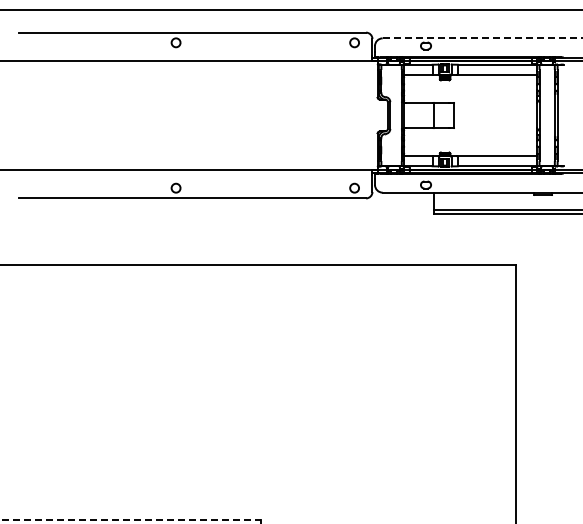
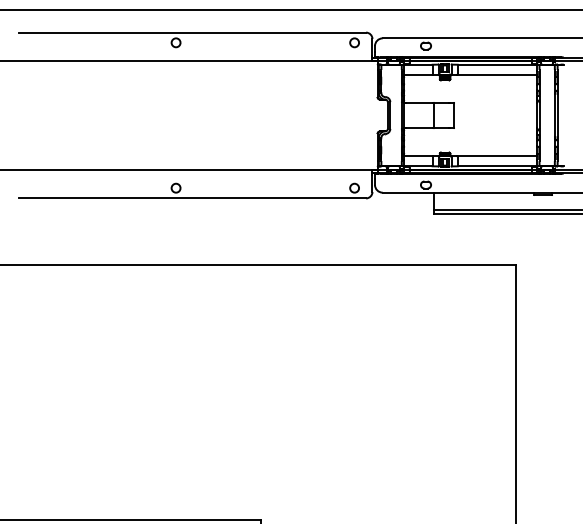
line at (482, 38): dashed -> solid
line at (130, 519): dashed -> solid
